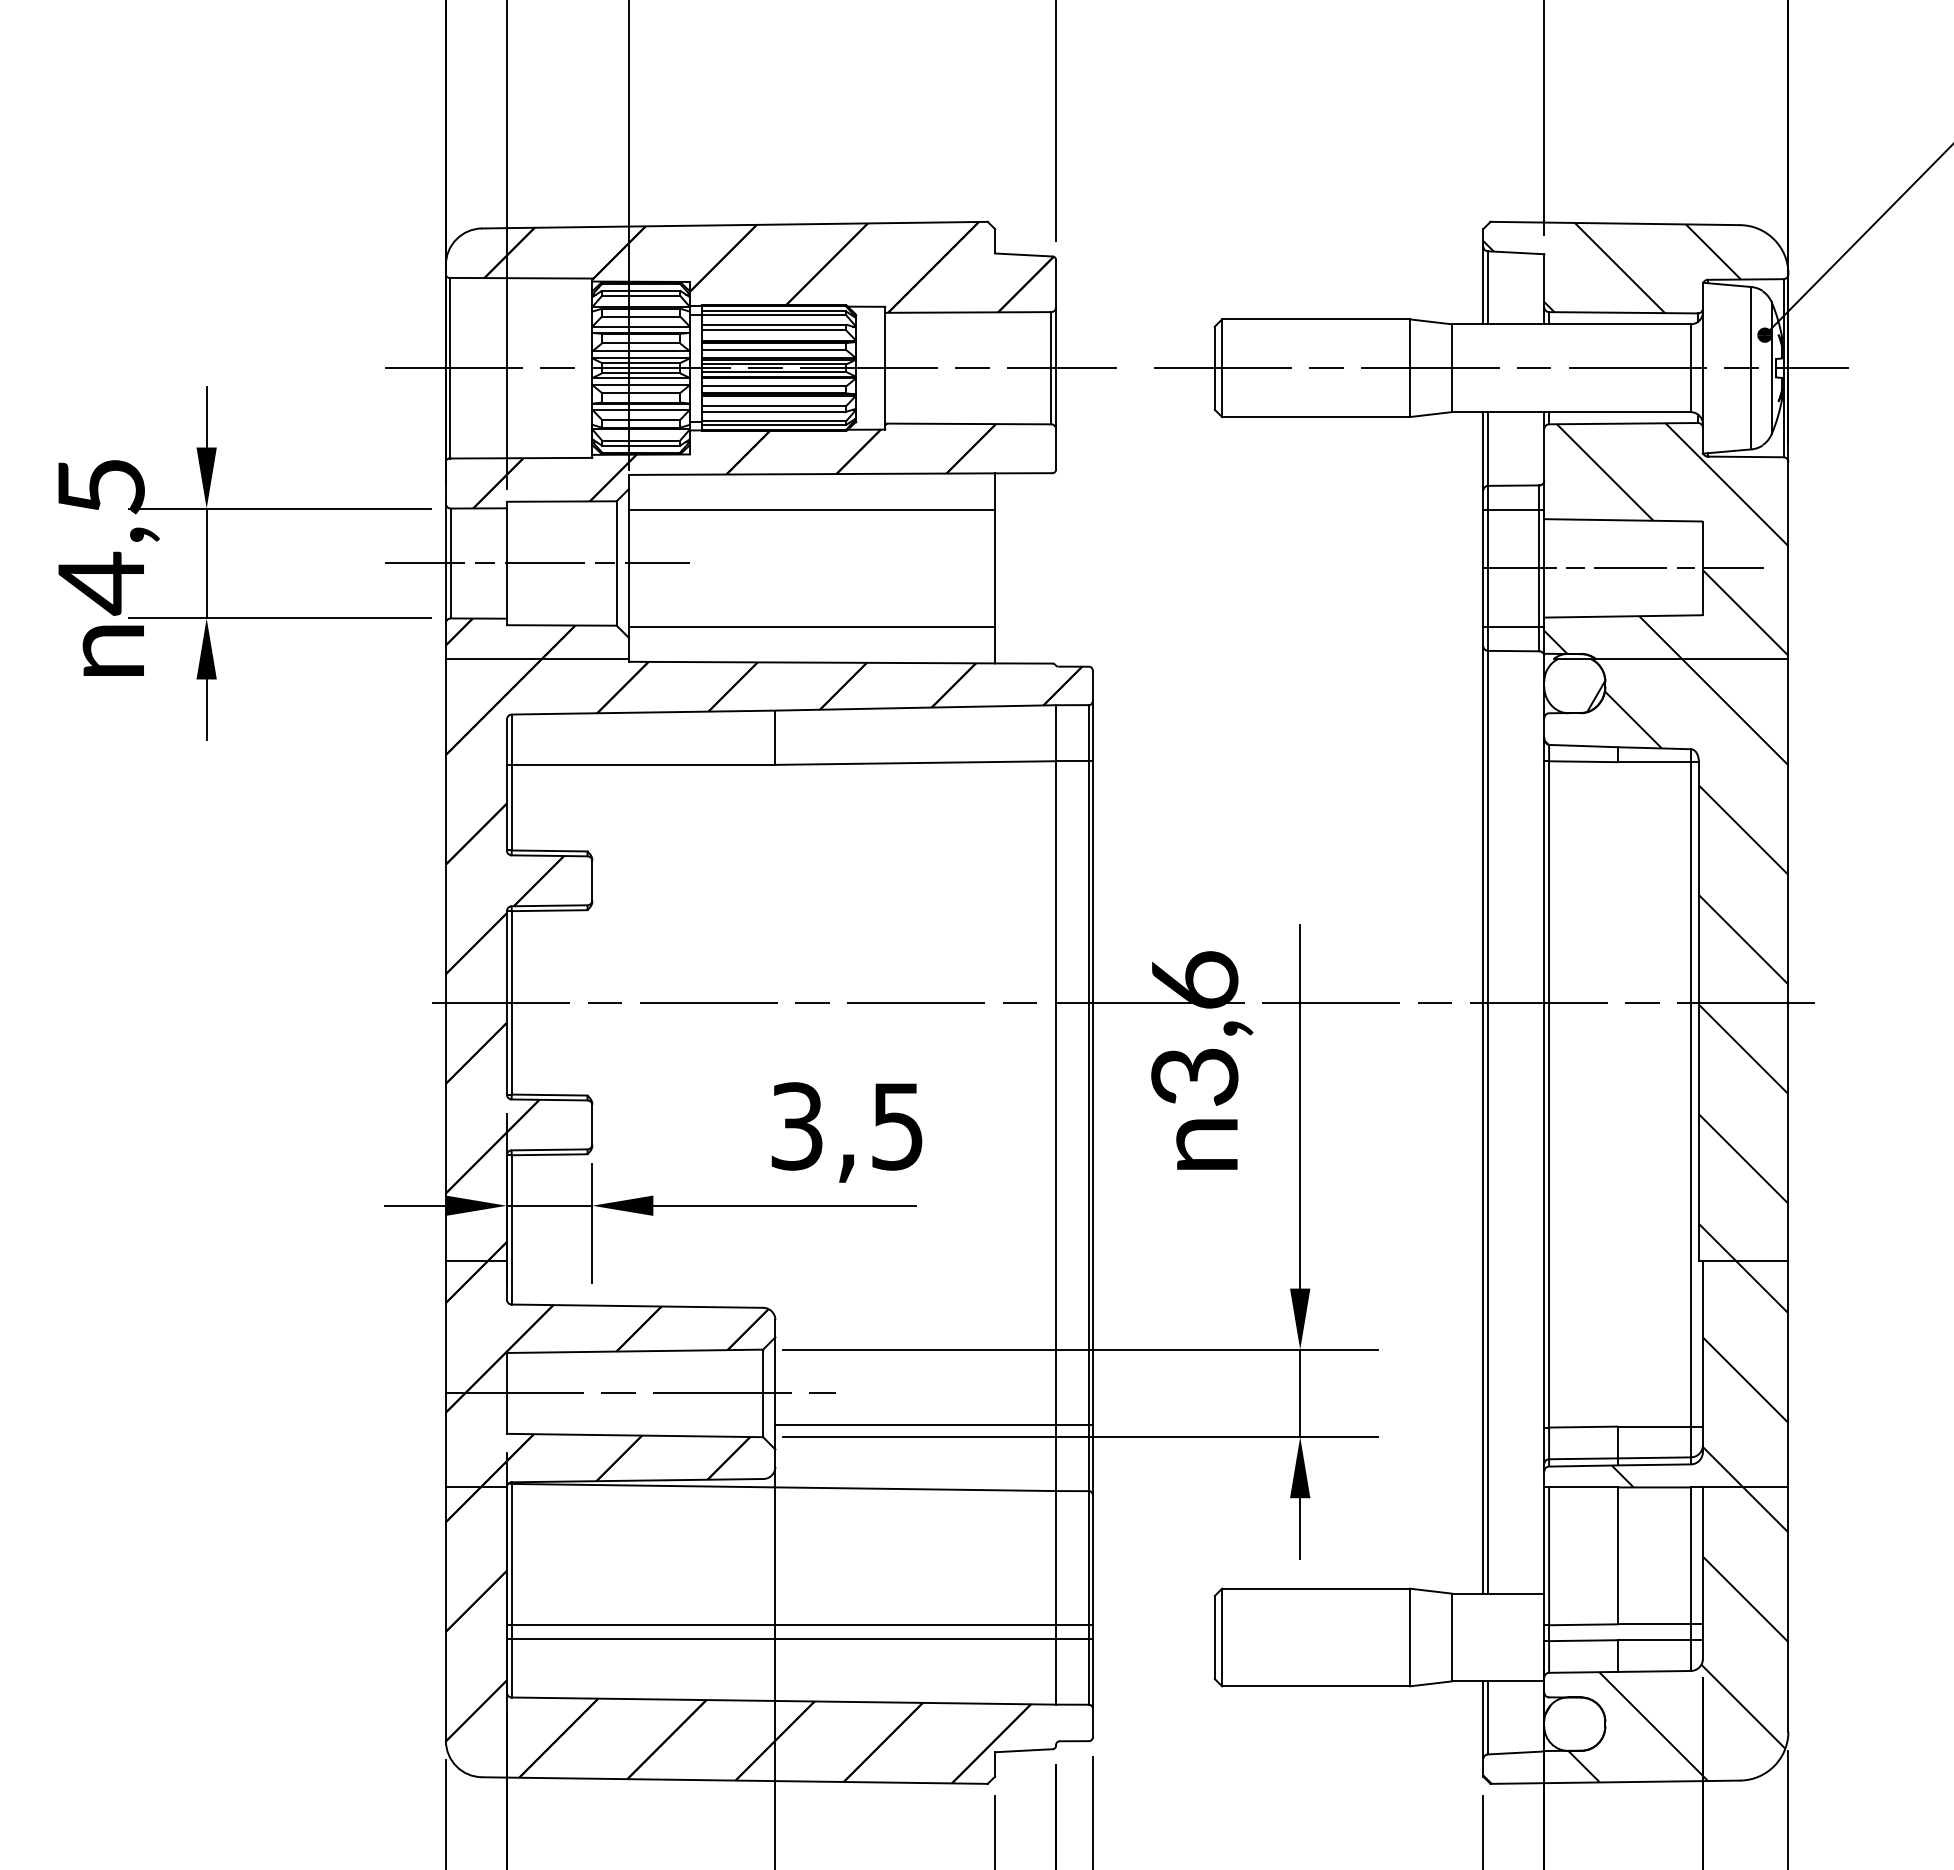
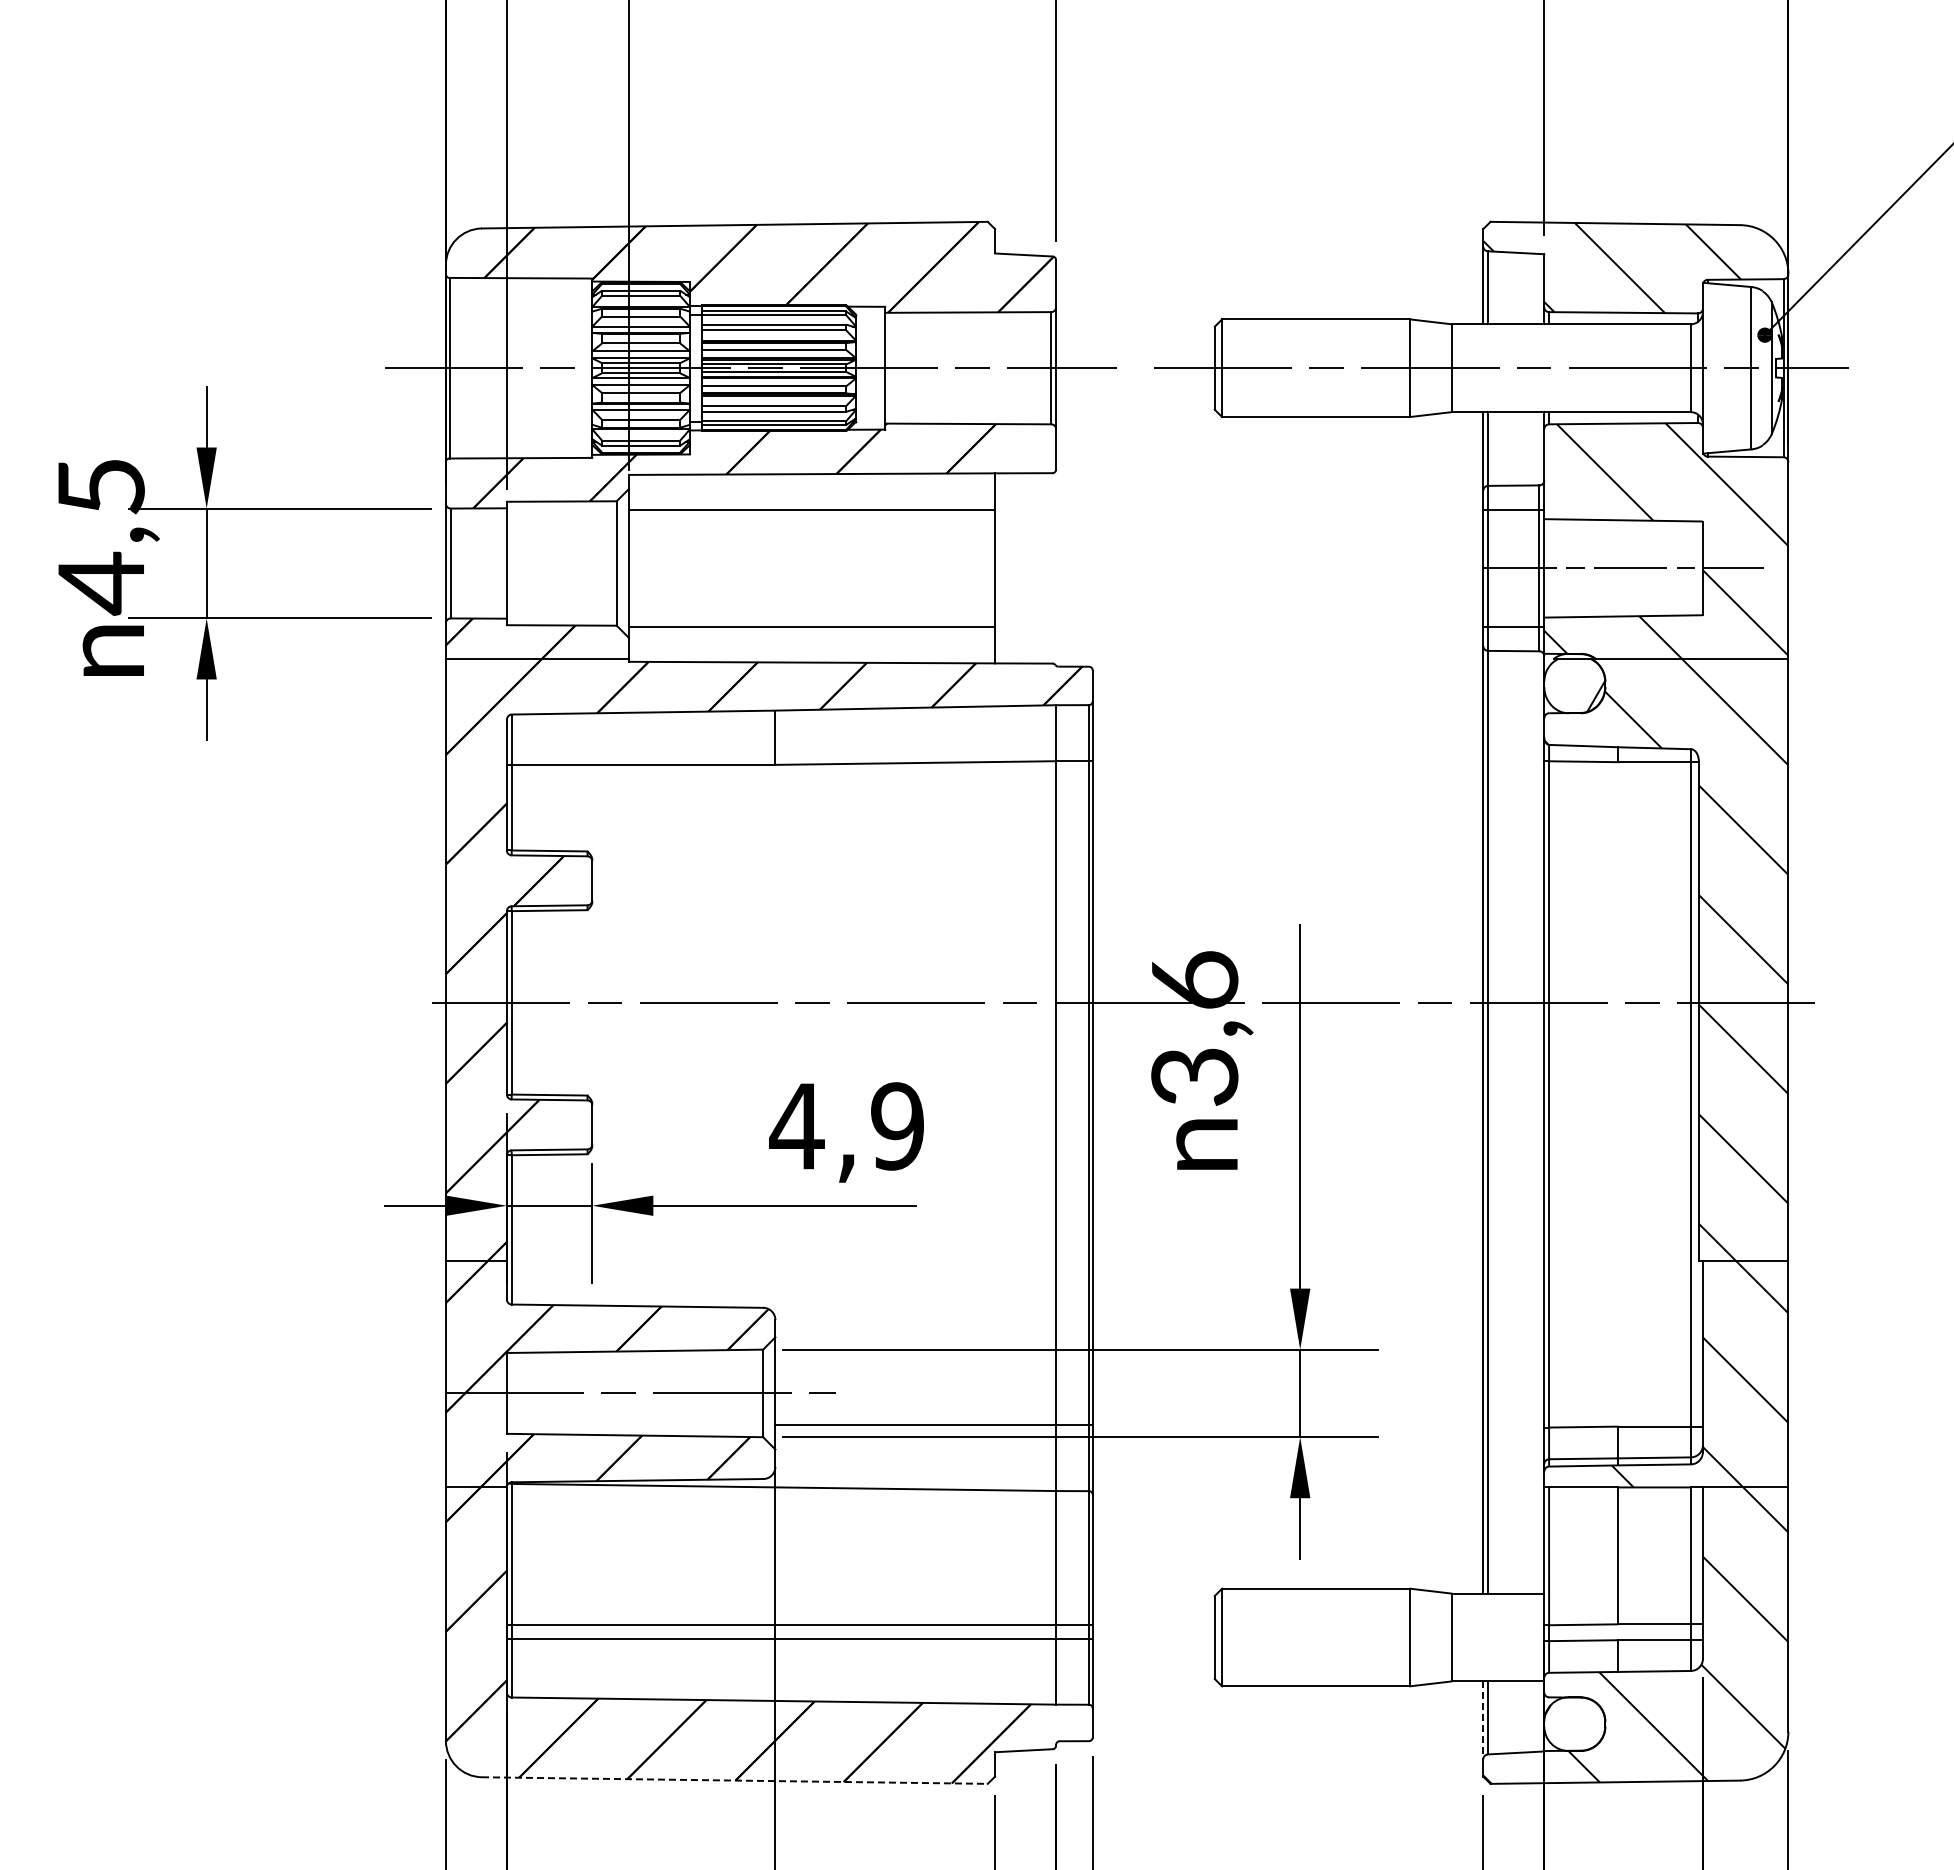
line at (536, 563): present -> none
text at (846, 1126): 3,5 -> 4,9
line at (1483, 1720): solid -> dashed
line at (734, 1780): solid -> dashed
